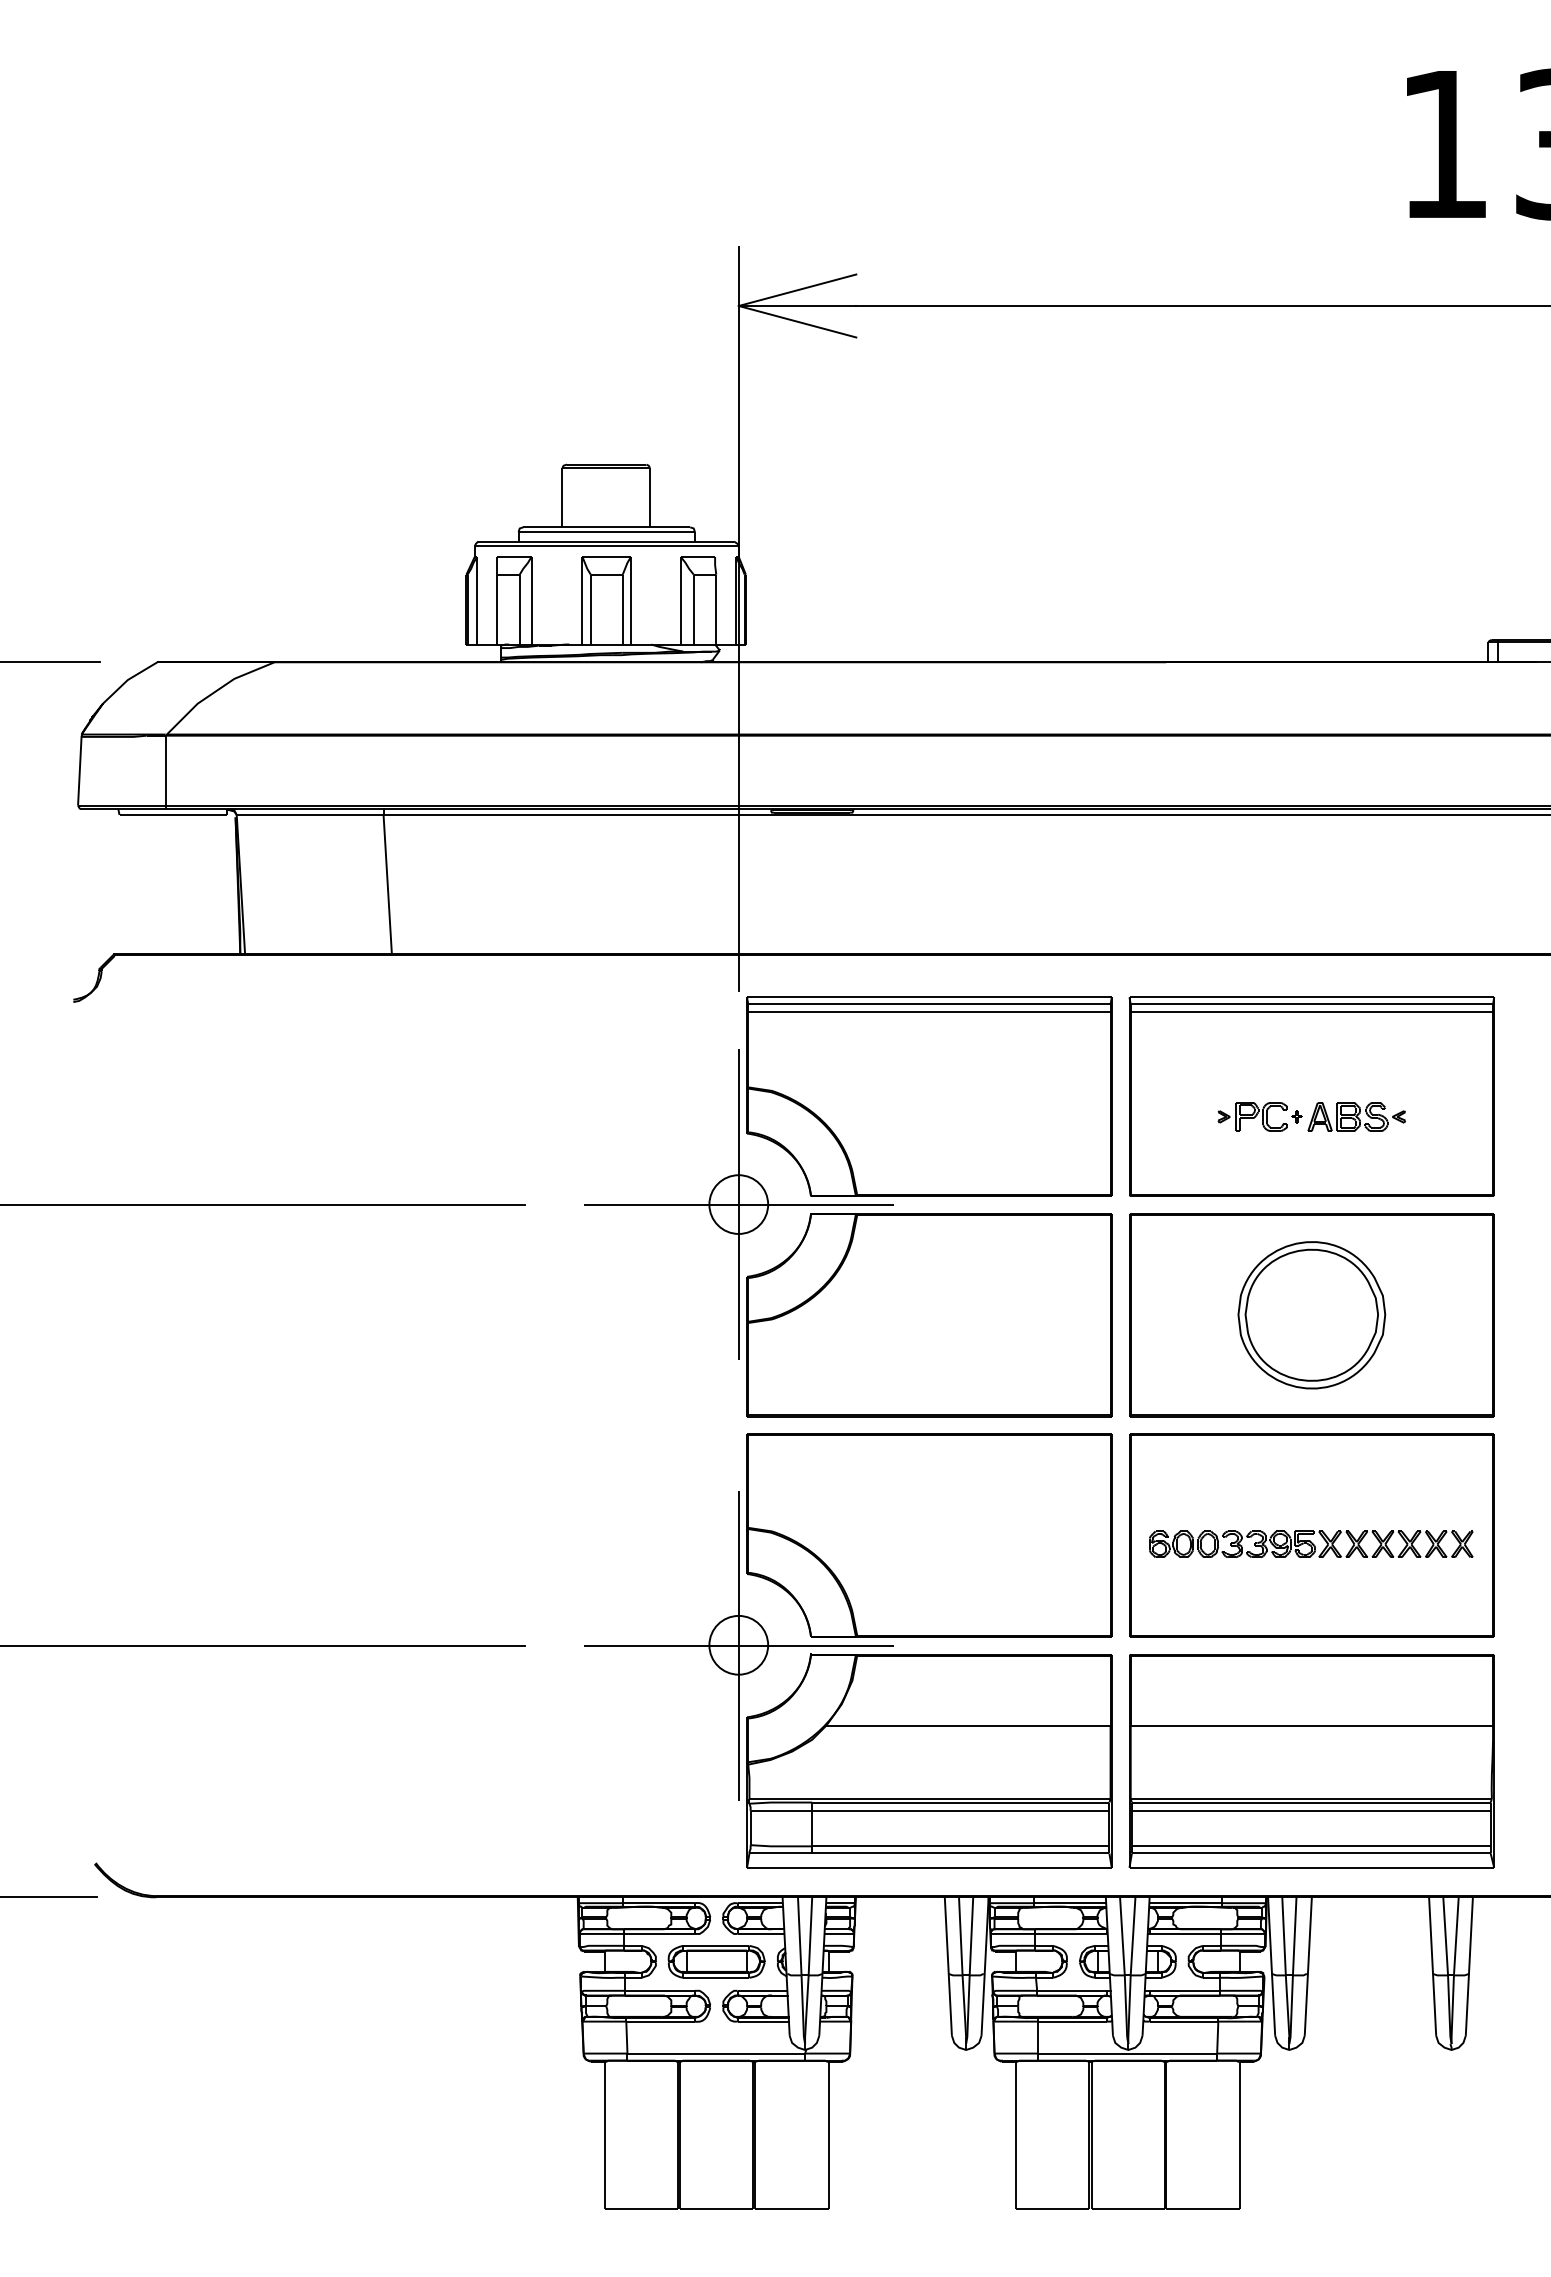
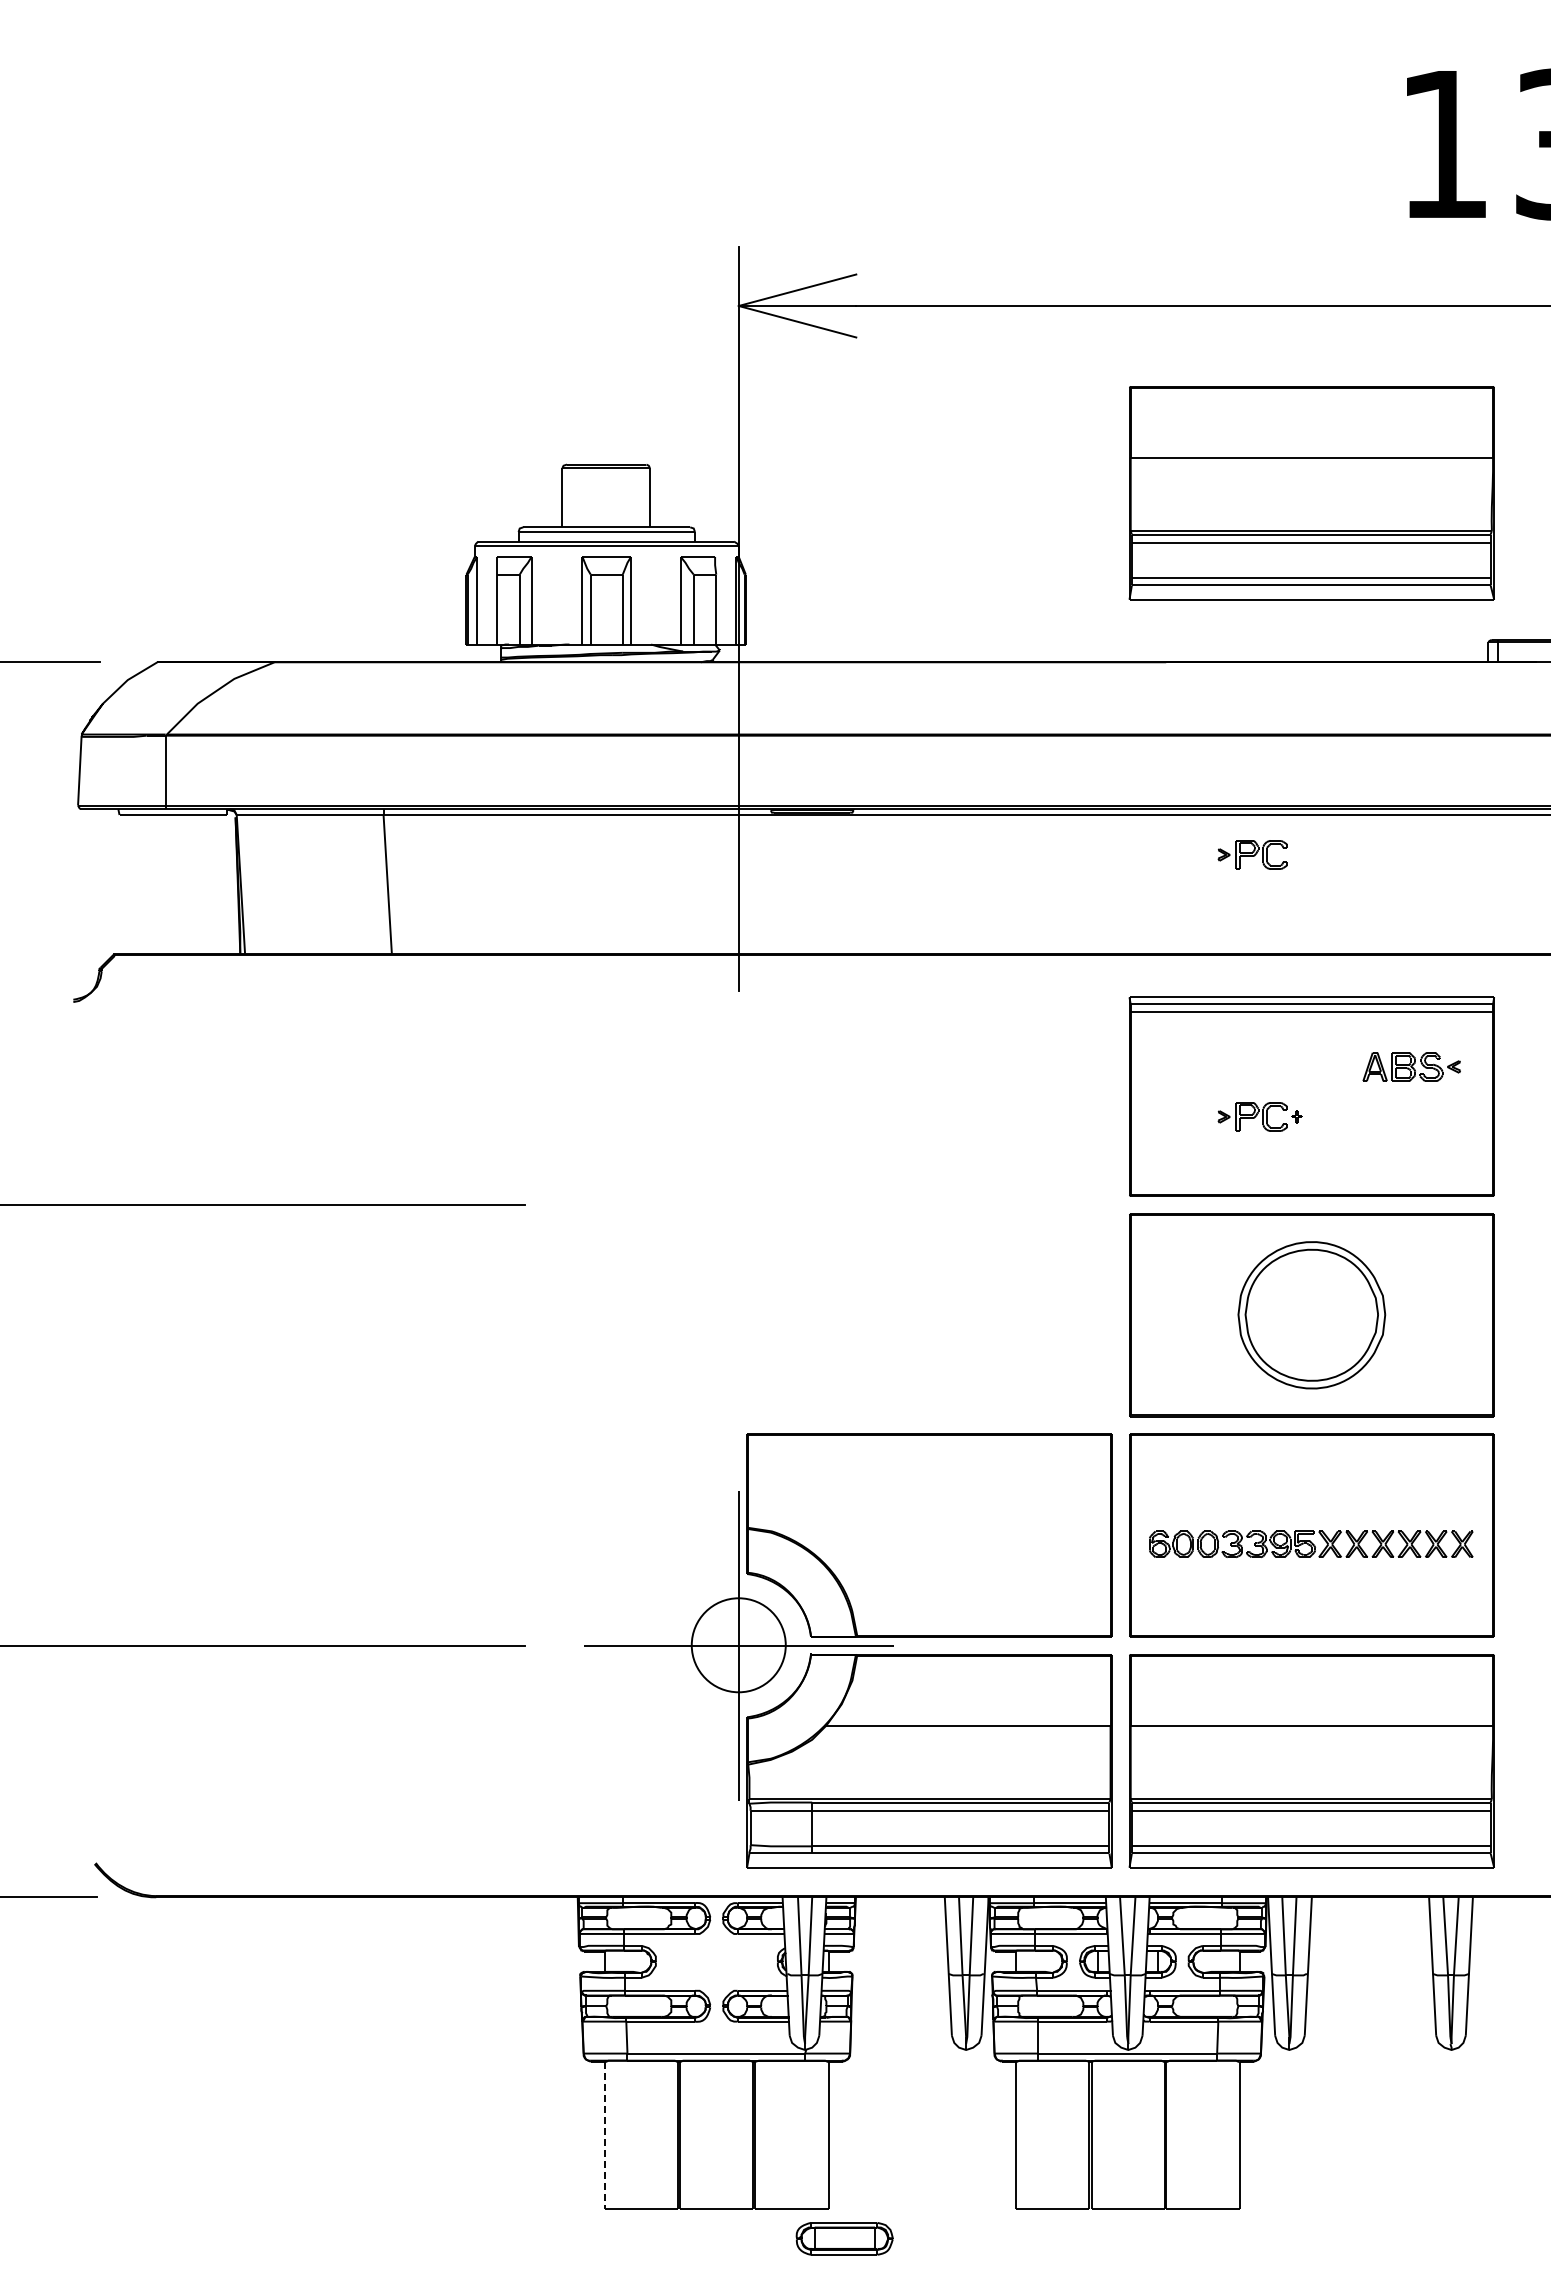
part at (1311, 493): none -> present
part at (1252, 854): none -> present
part at (1356, 1116) position: (1356, 1116) -> (1411, 1066)
part at (848, 1206): present -> none
circle at (738, 1644) diameter: 59 px -> 94 px
part at (716, 1961) position: (716, 1961) -> (844, 2238)
line at (605, 2135): solid -> dashed
